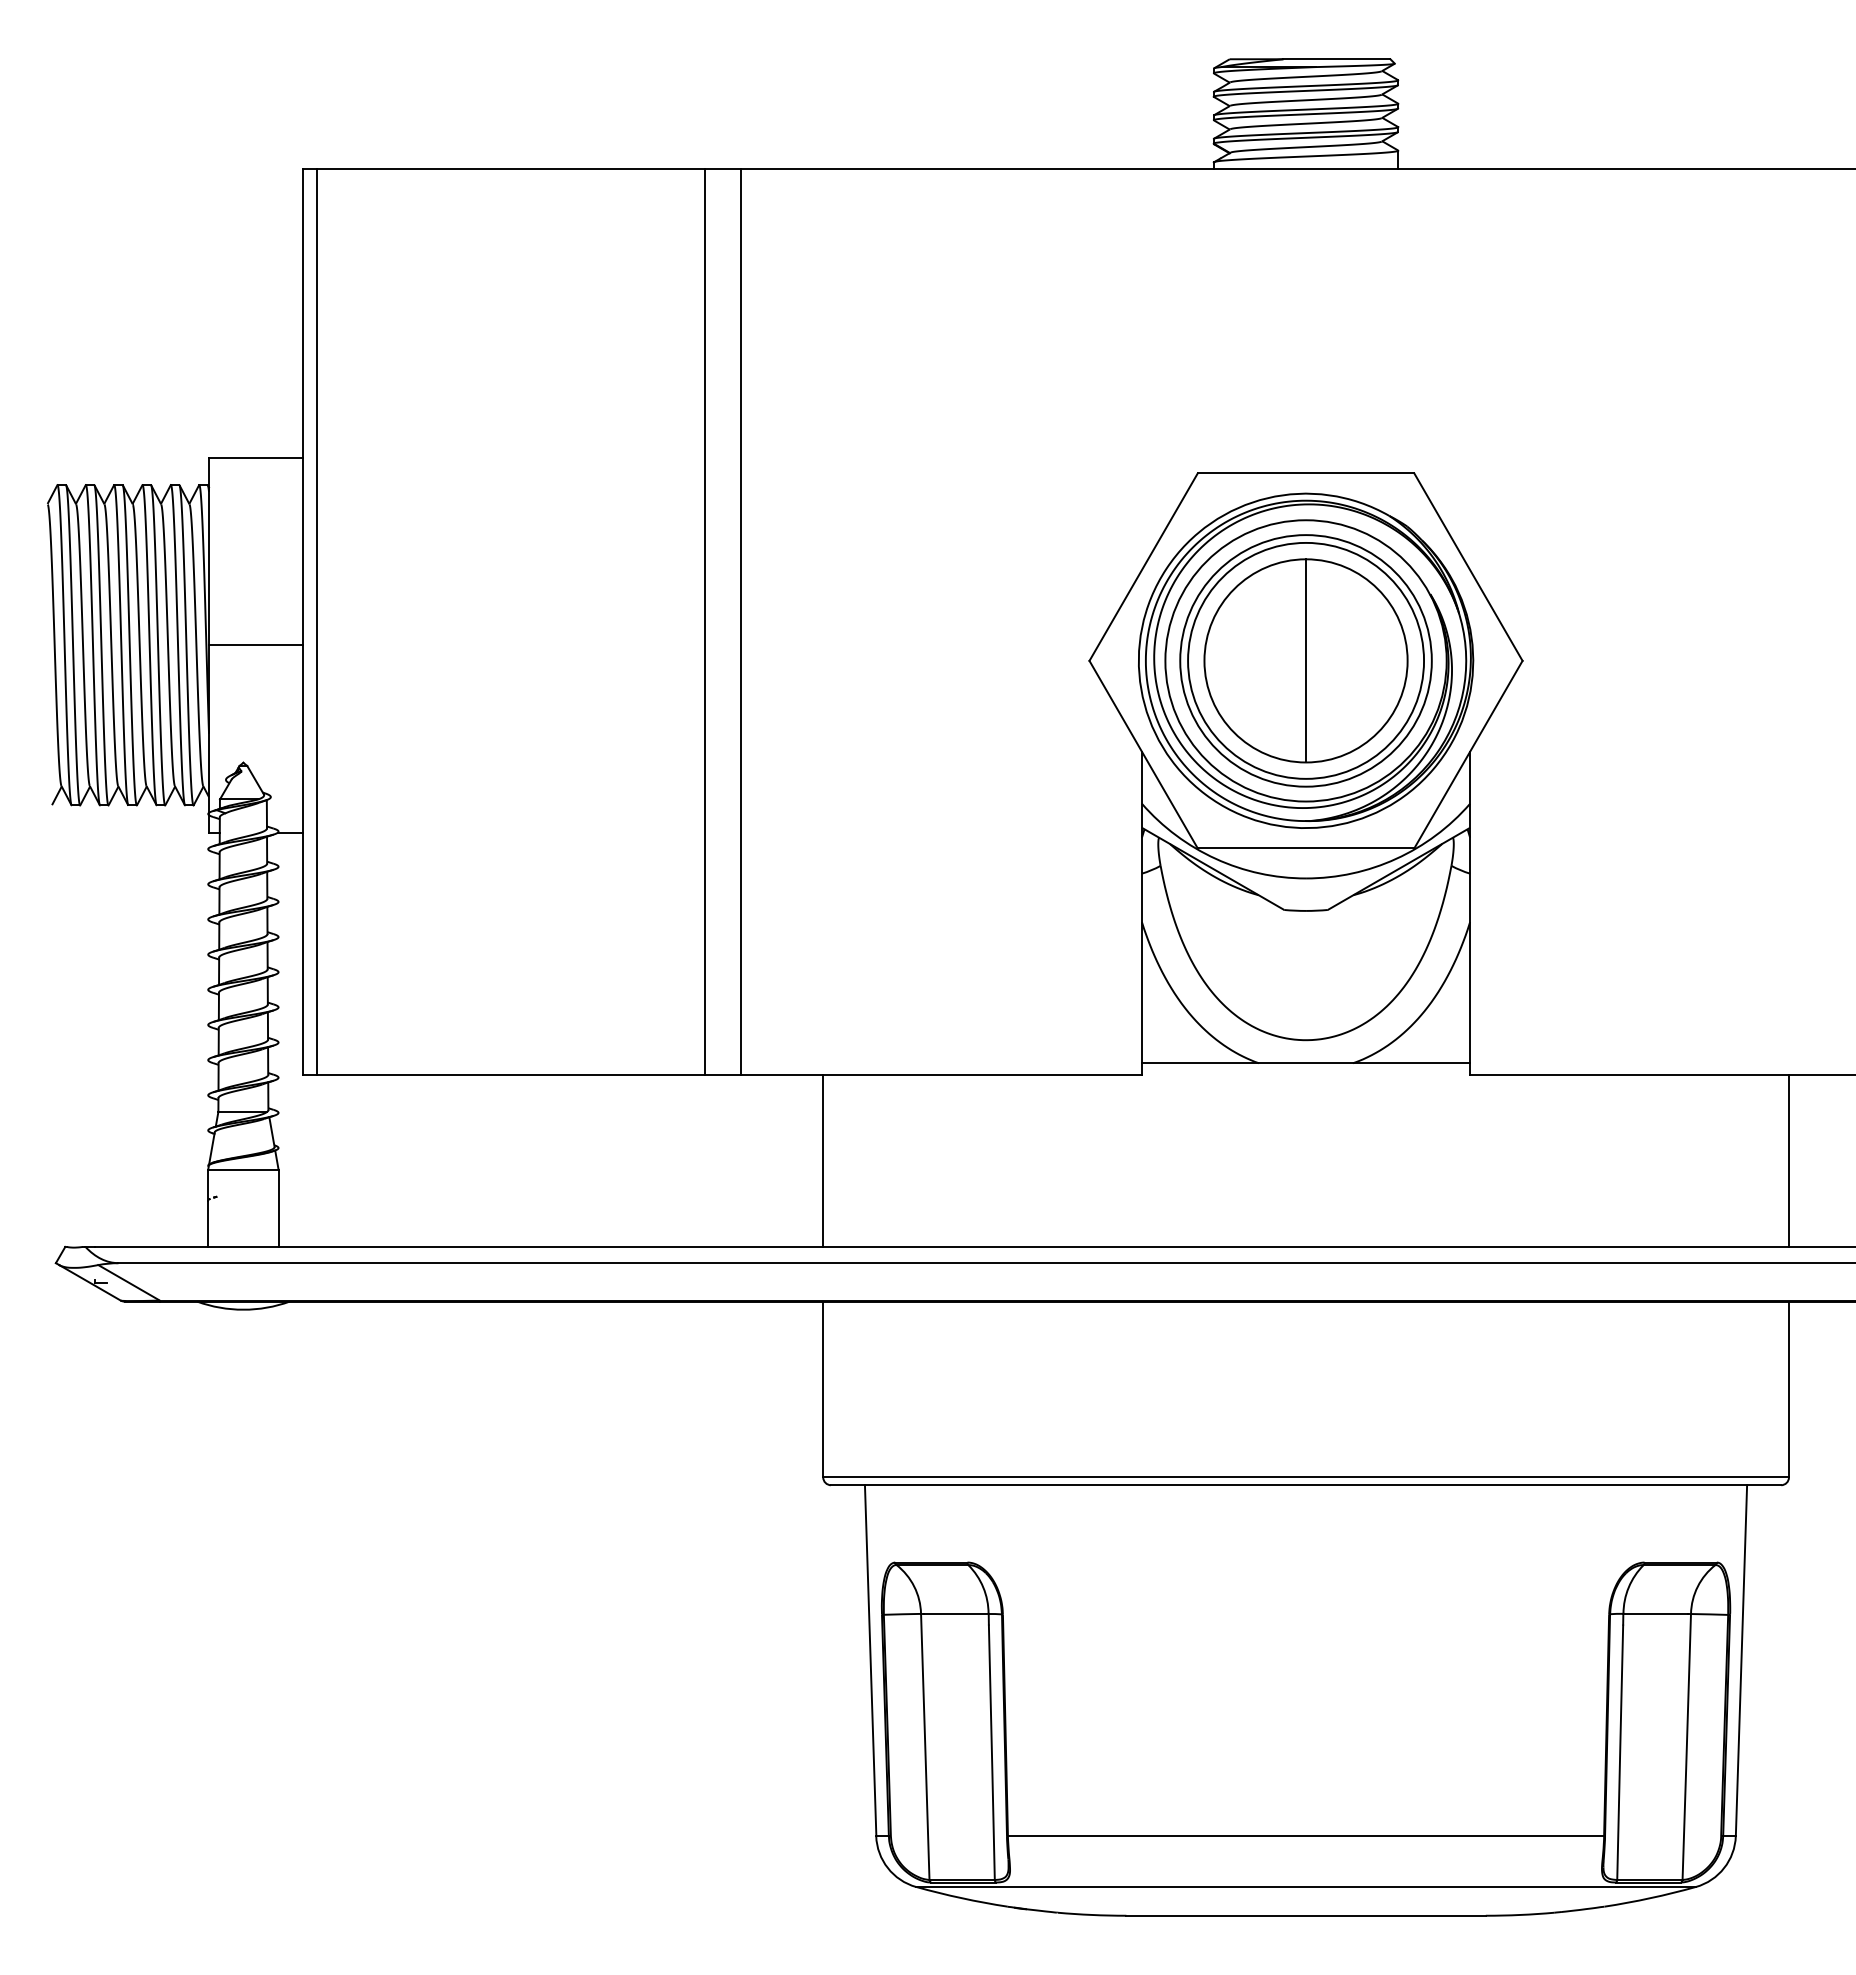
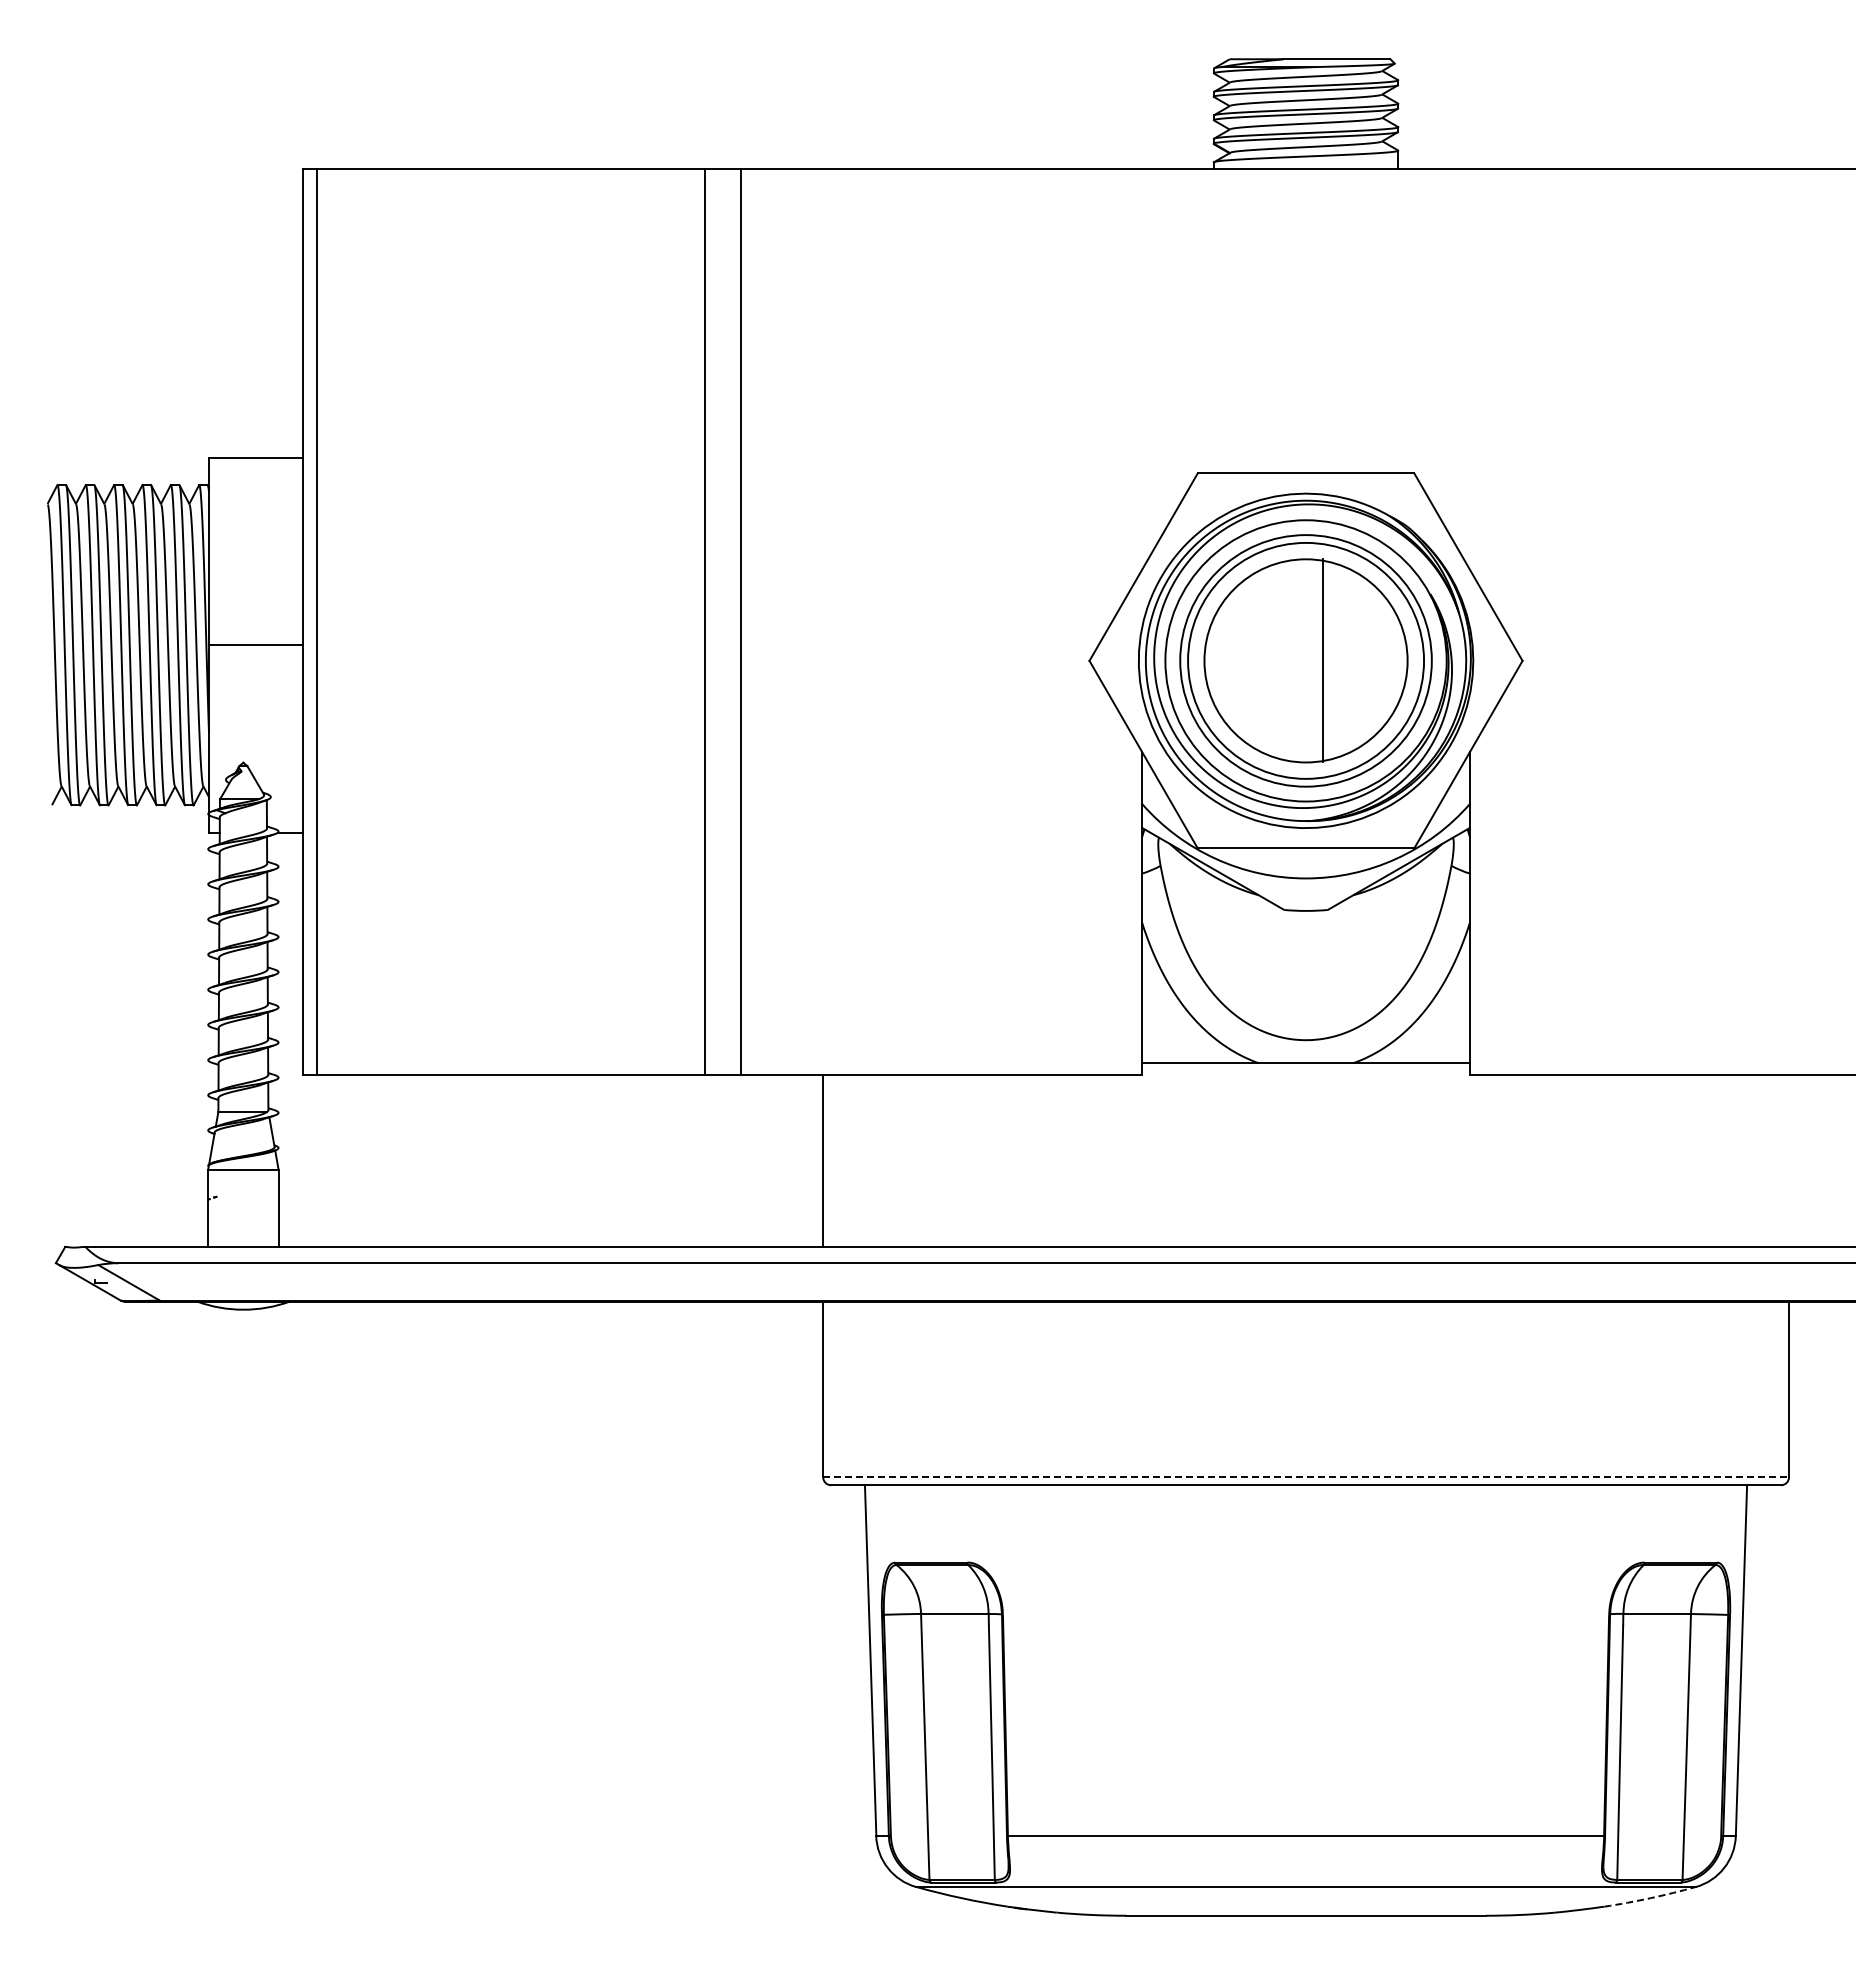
line at (1306, 660) position: (1306, 660) -> (1323, 660)
line at (1788, 1160): present -> none
line at (1306, 1477): solid -> dashed
arc at (1650, 1898): solid -> dashed
